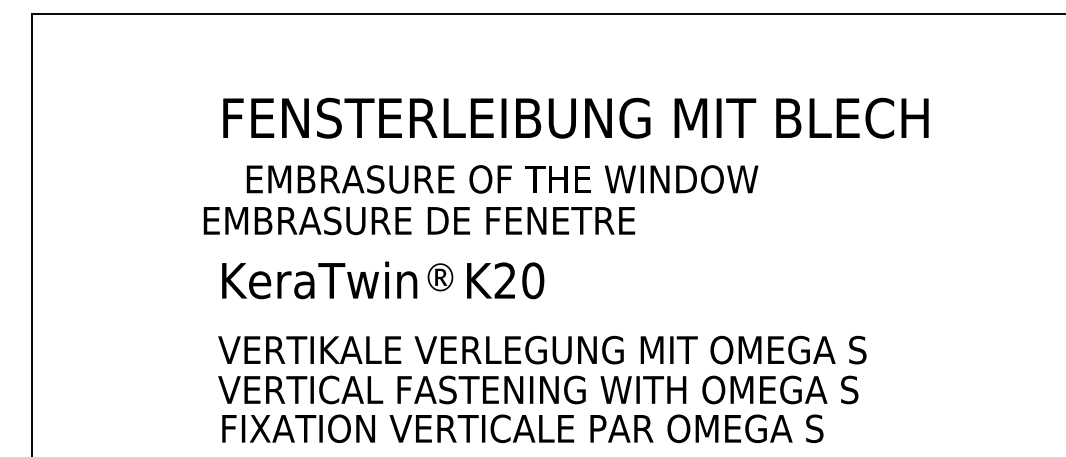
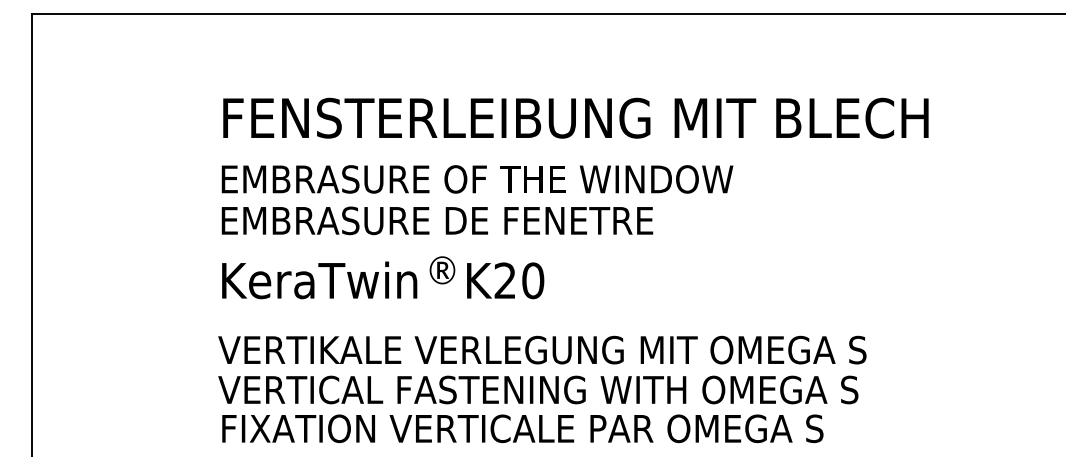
text at (502, 179) position: (502, 179) -> (477, 179)
text at (419, 220) position: (419, 220) -> (437, 220)
text at (440, 277) position: (440, 277) -> (442, 270)
